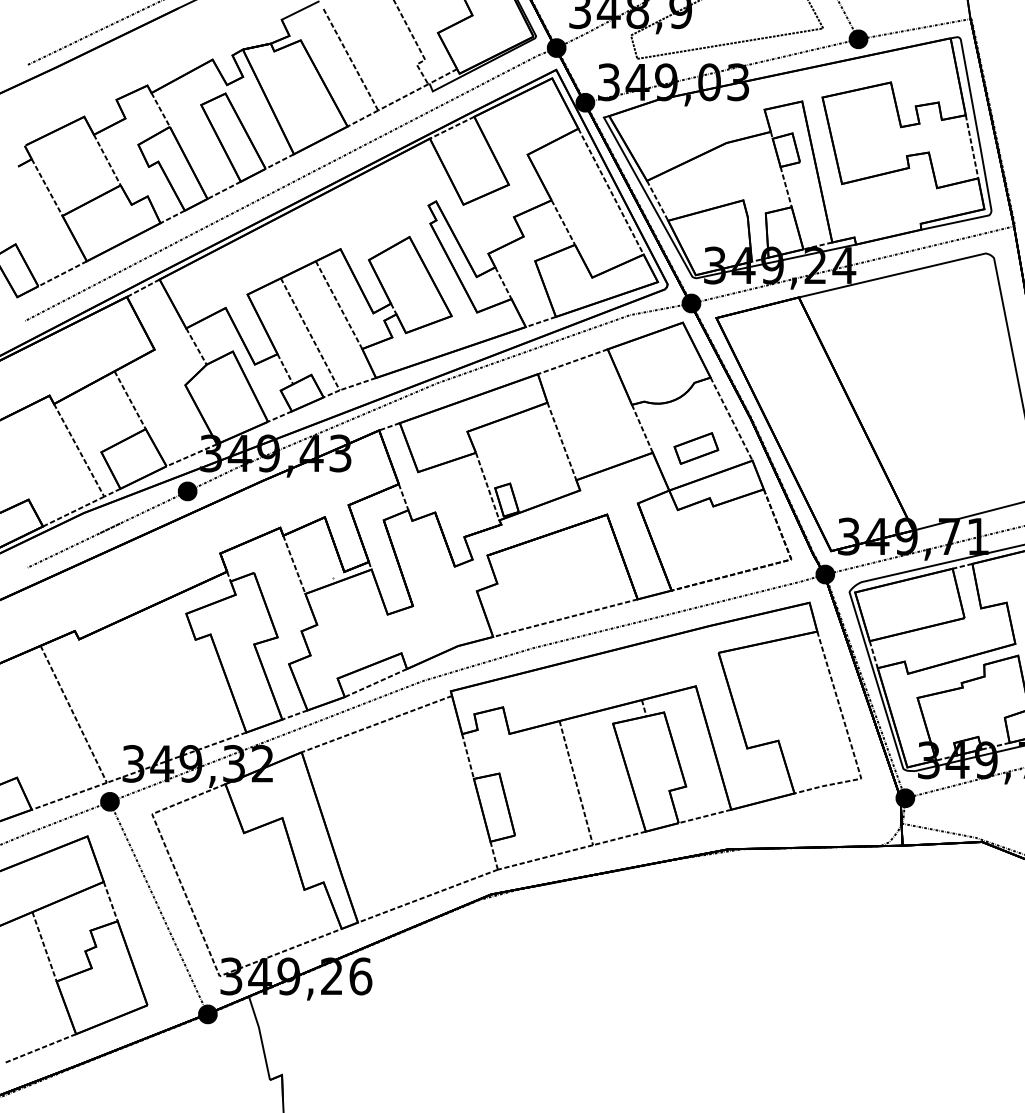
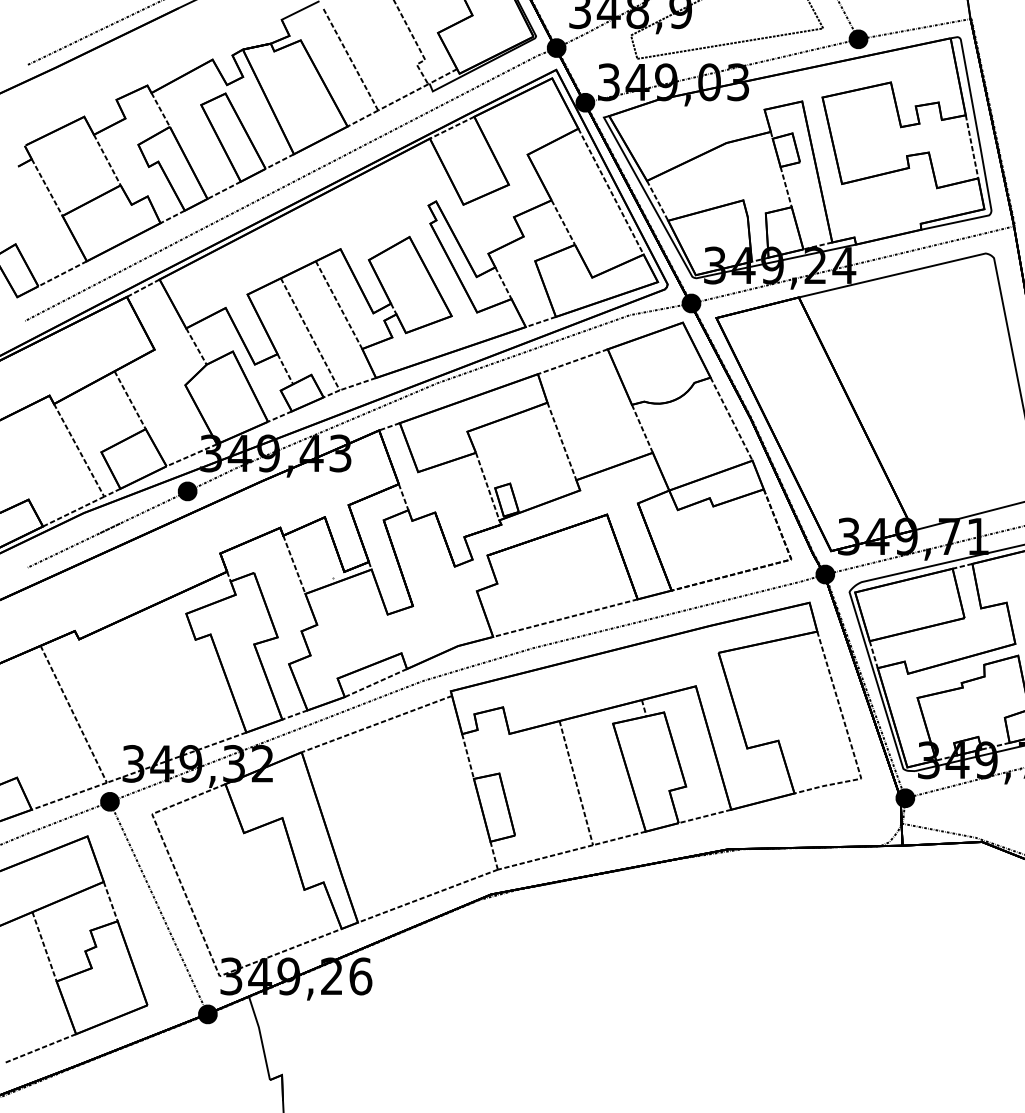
part at (696, 448): present -> none
